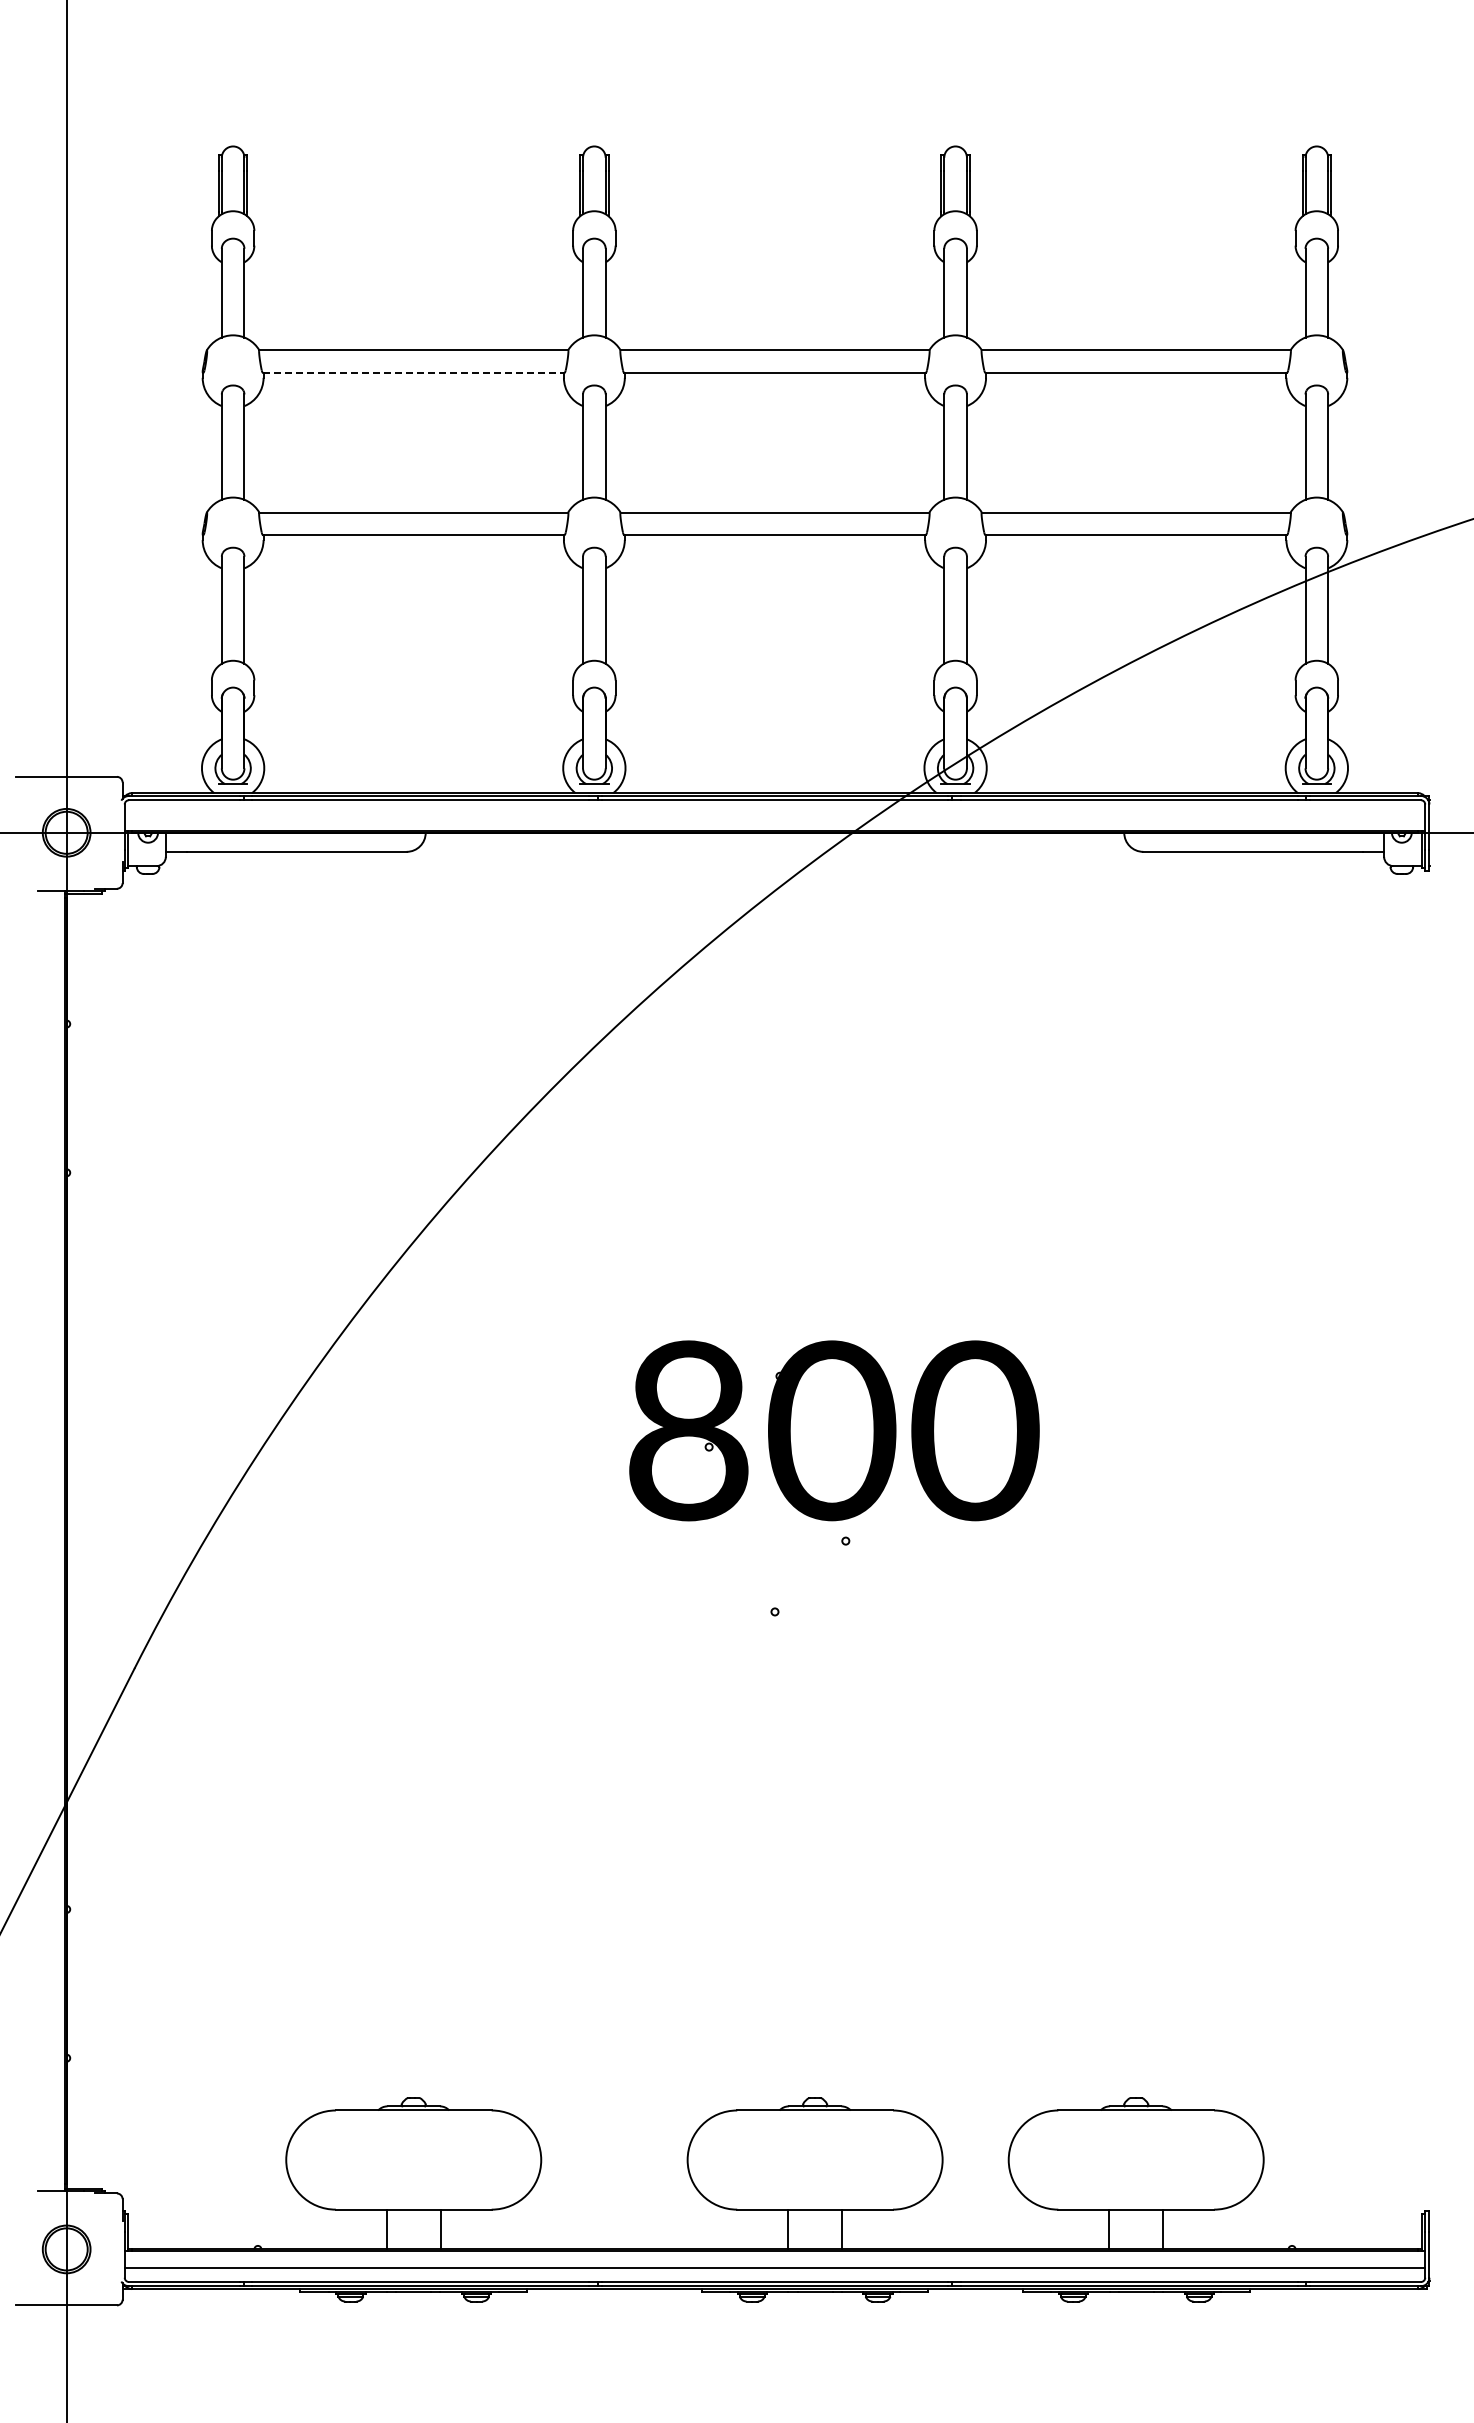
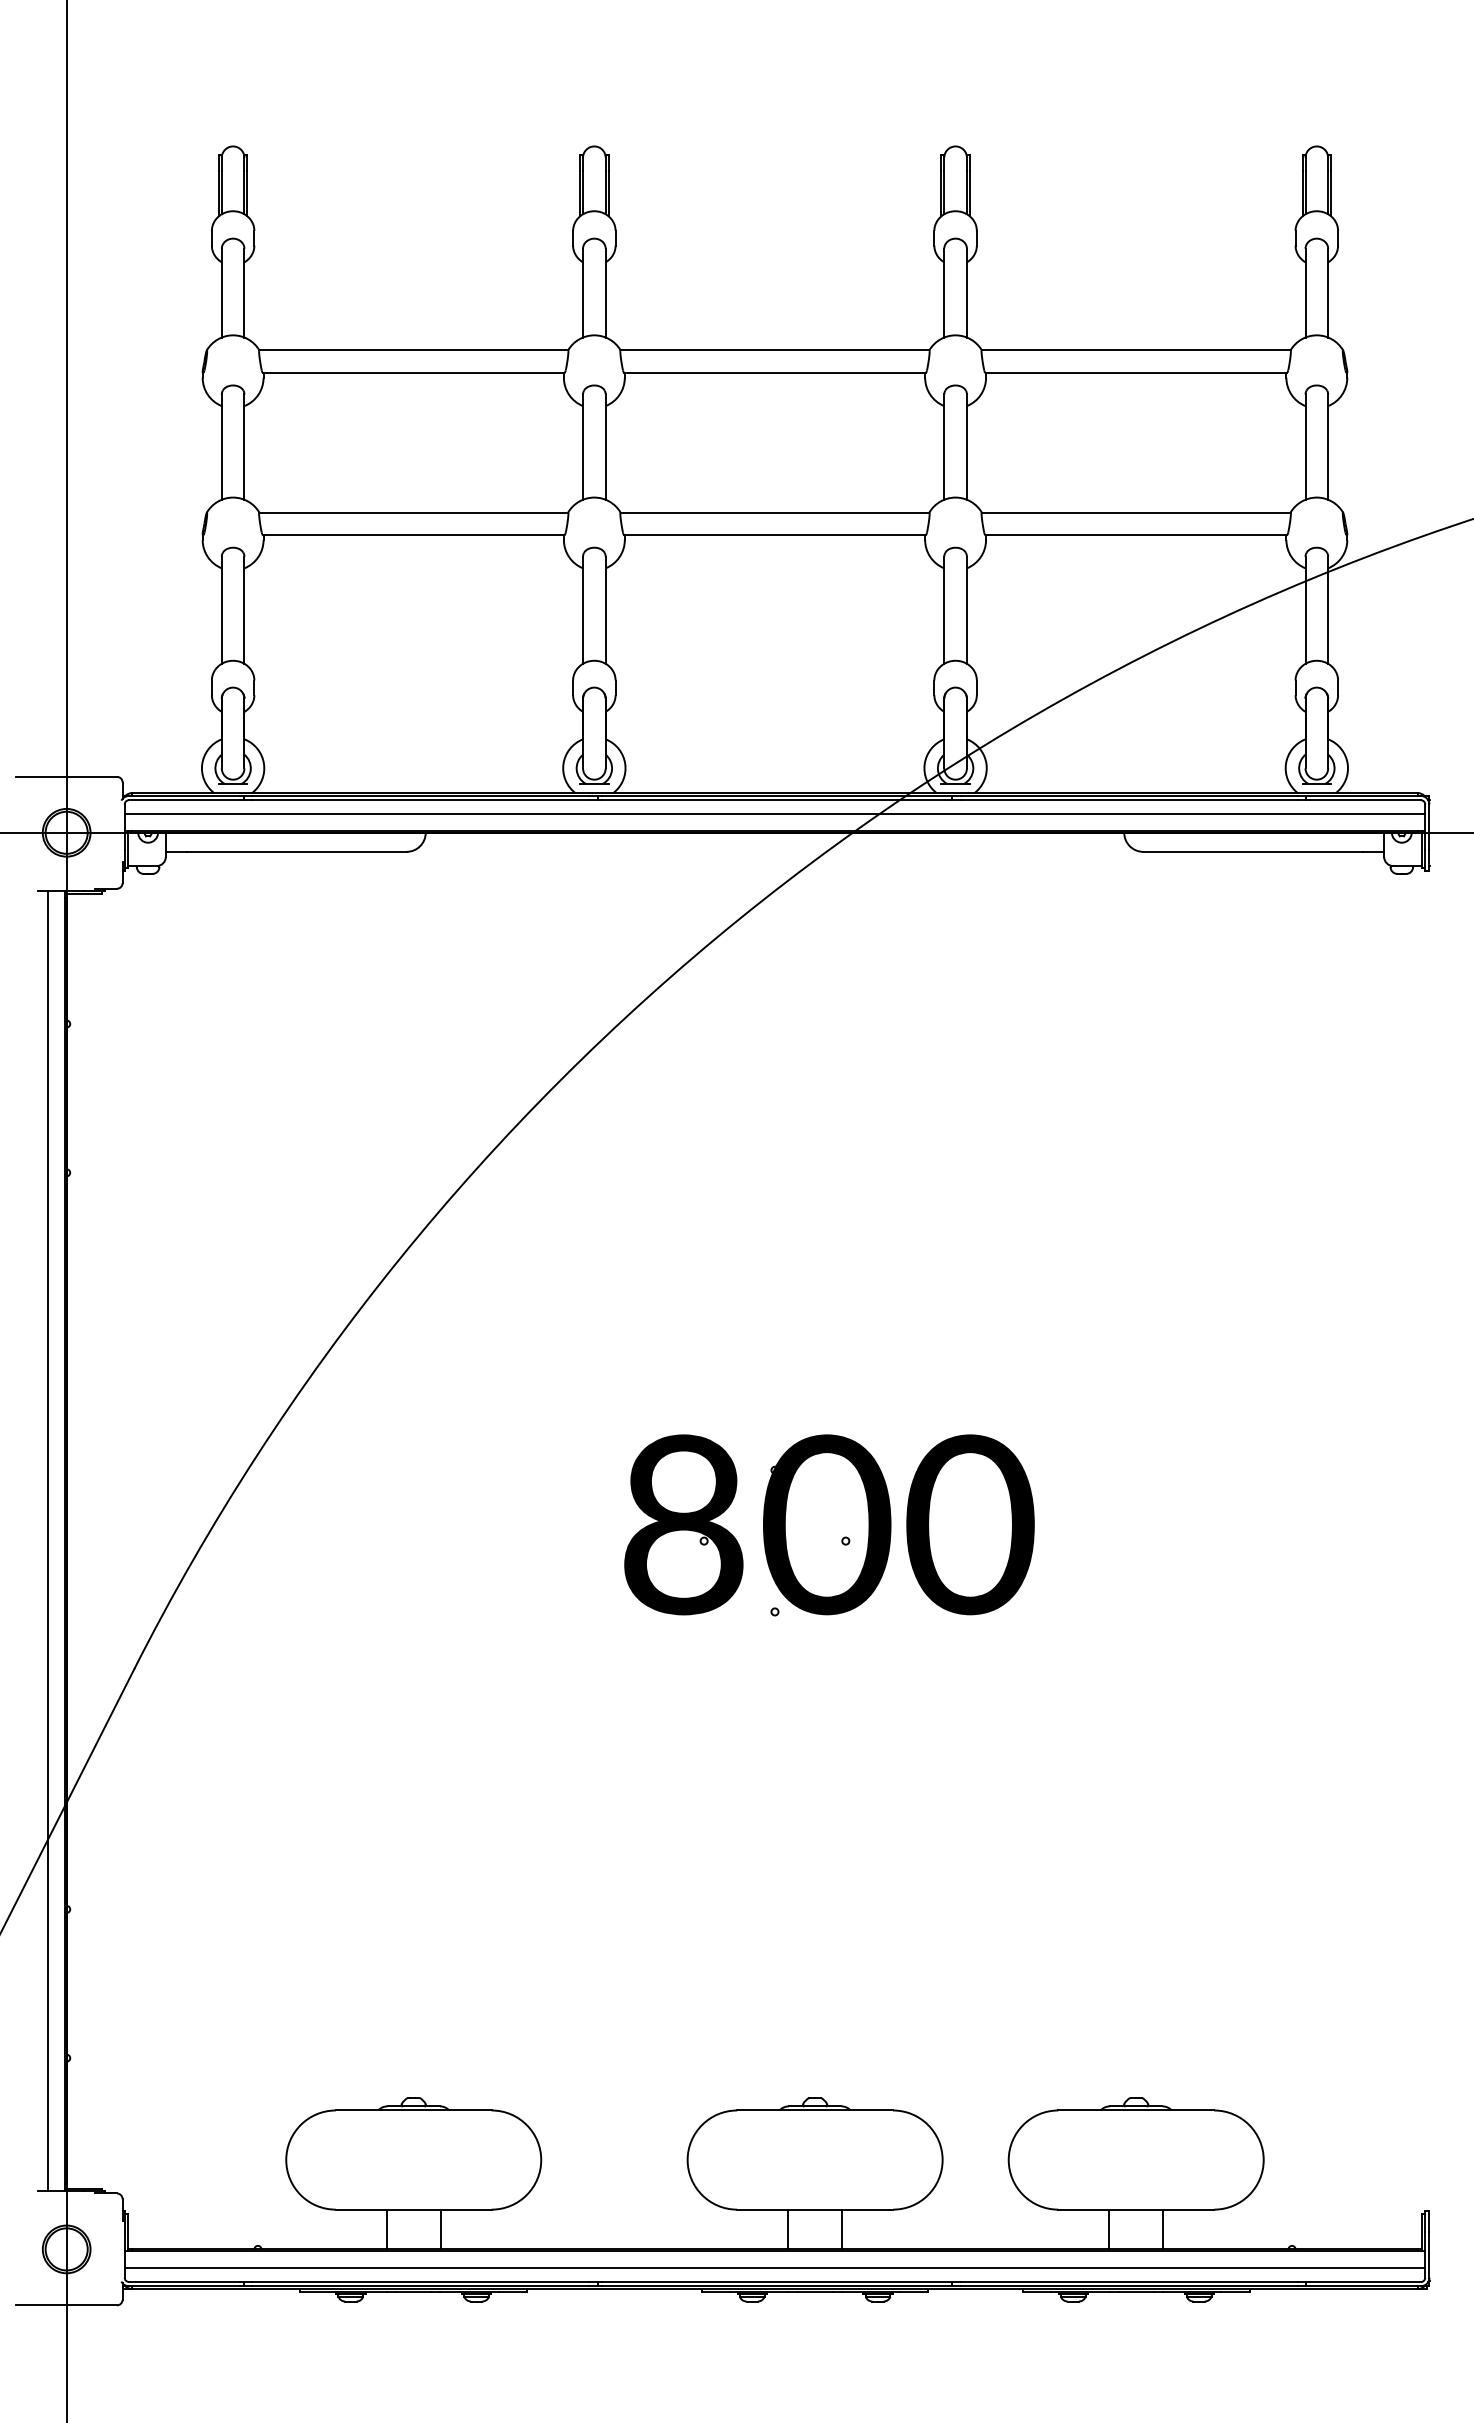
line at (413, 373): dashed -> solid
line at (774, 814): none -> present
part at (834, 1430) position: (834, 1430) -> (829, 1524)
line at (48, 1540): none -> present
